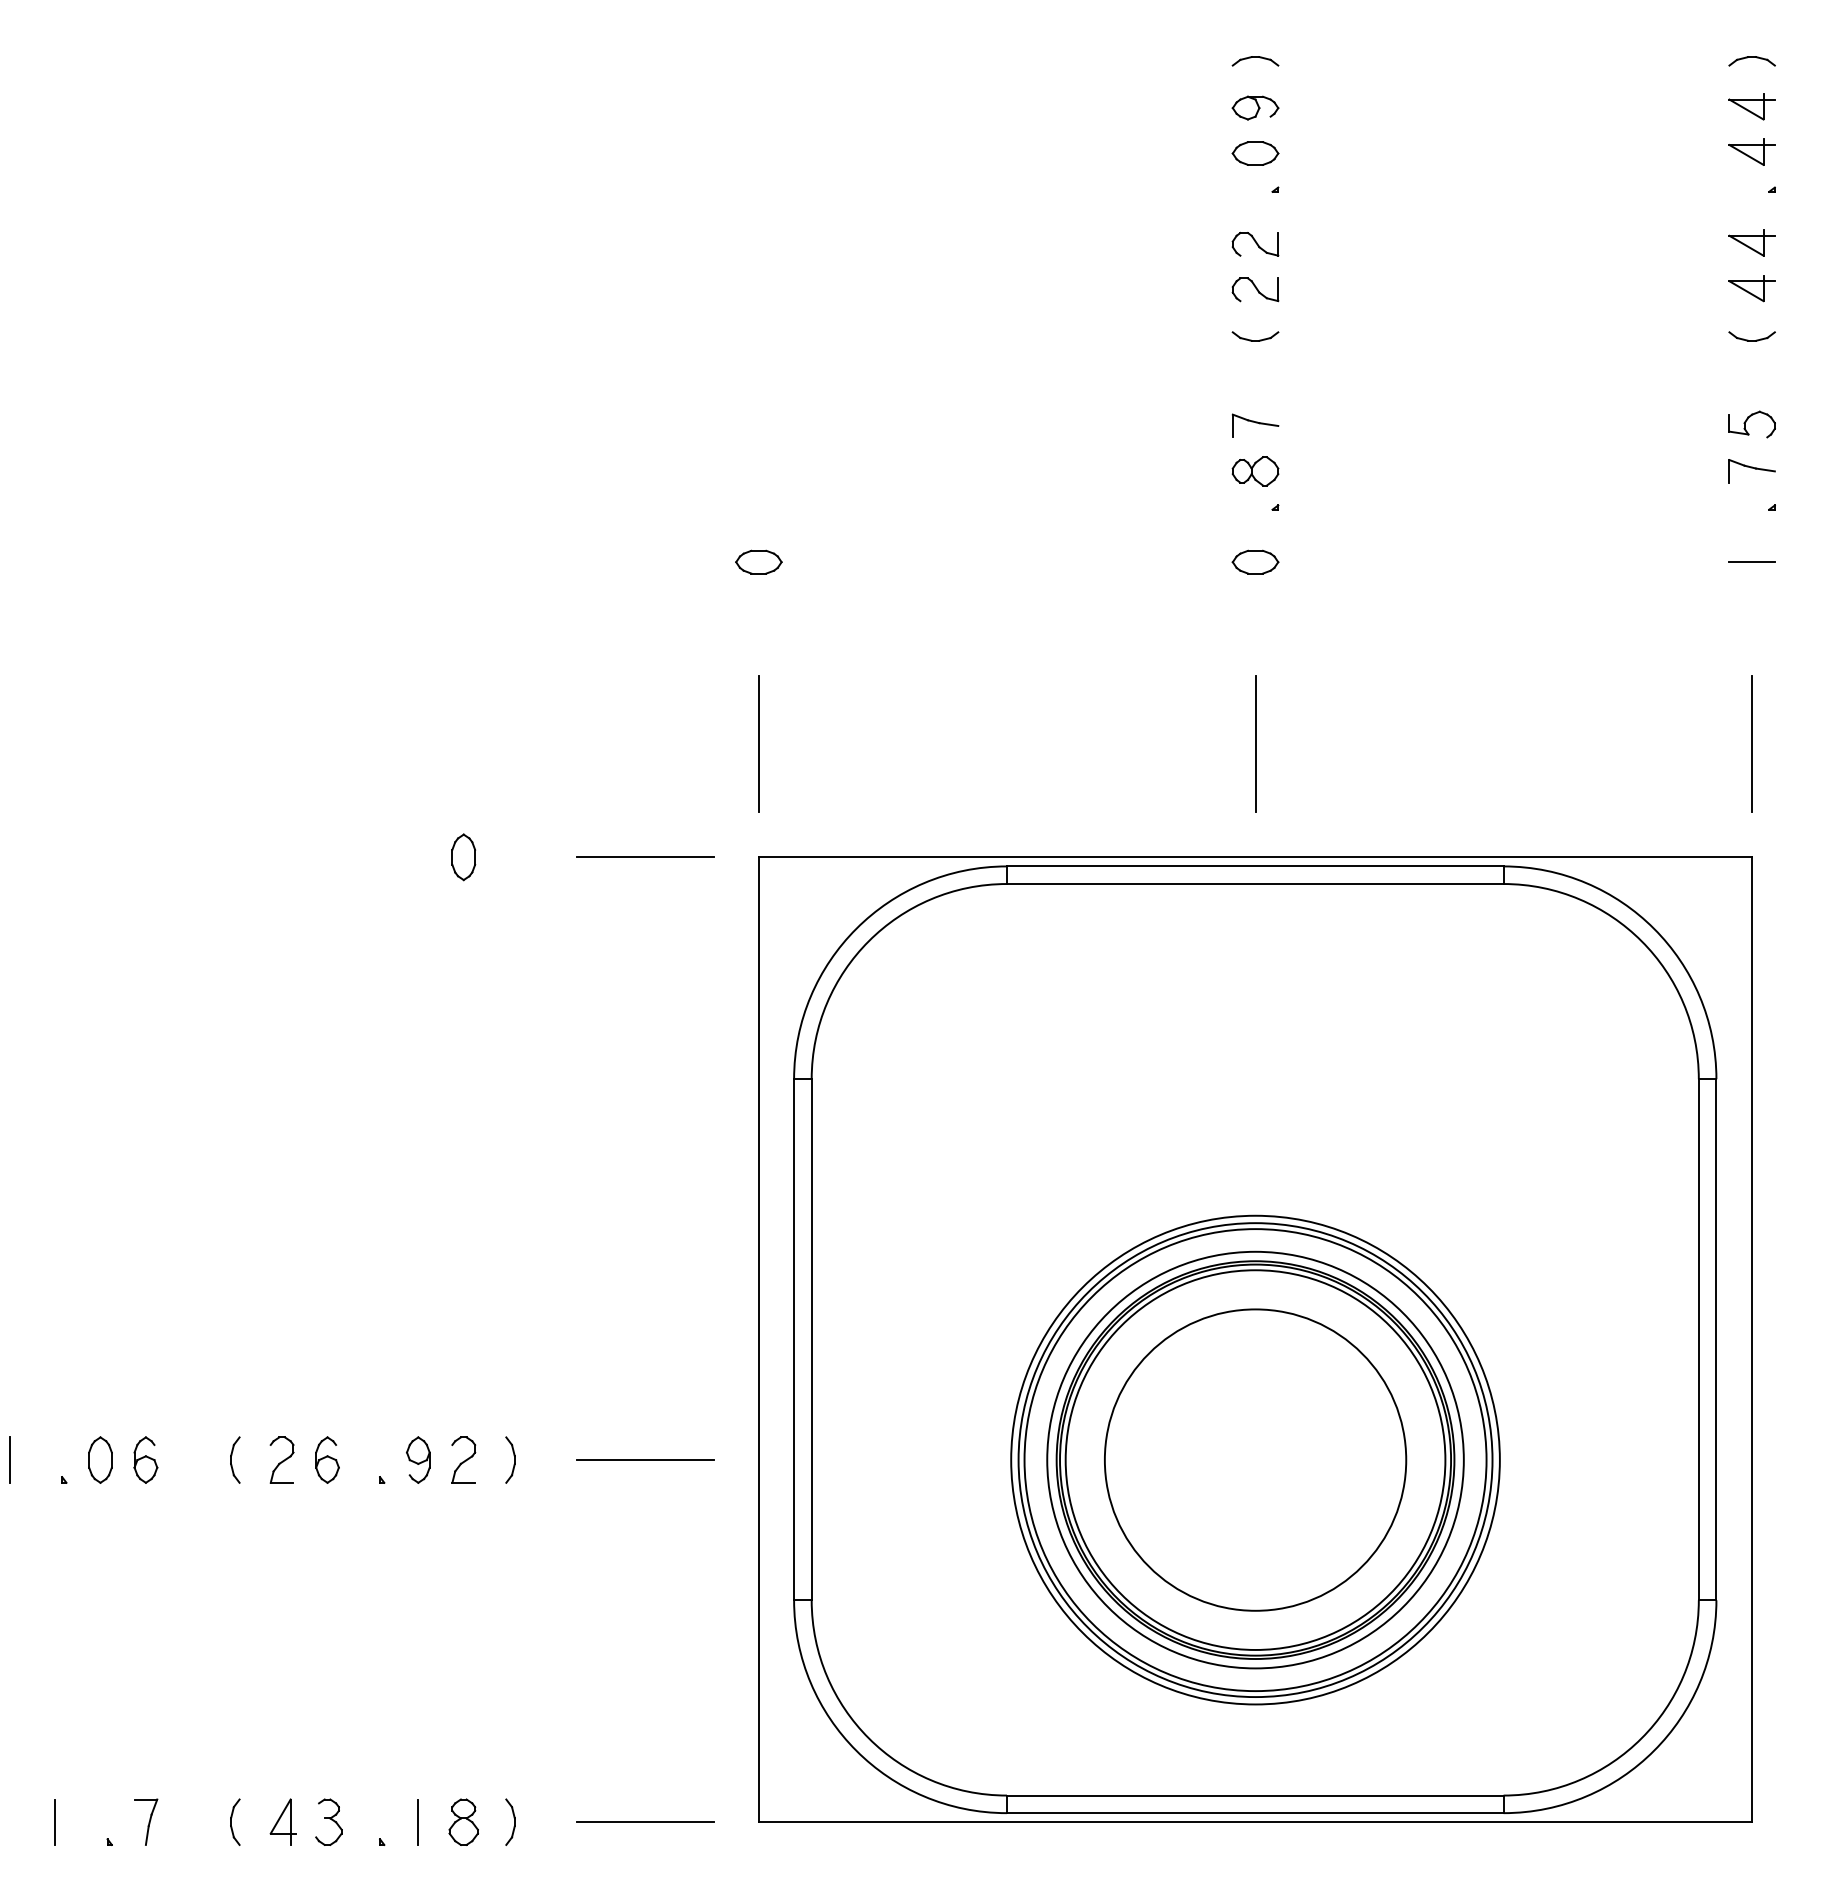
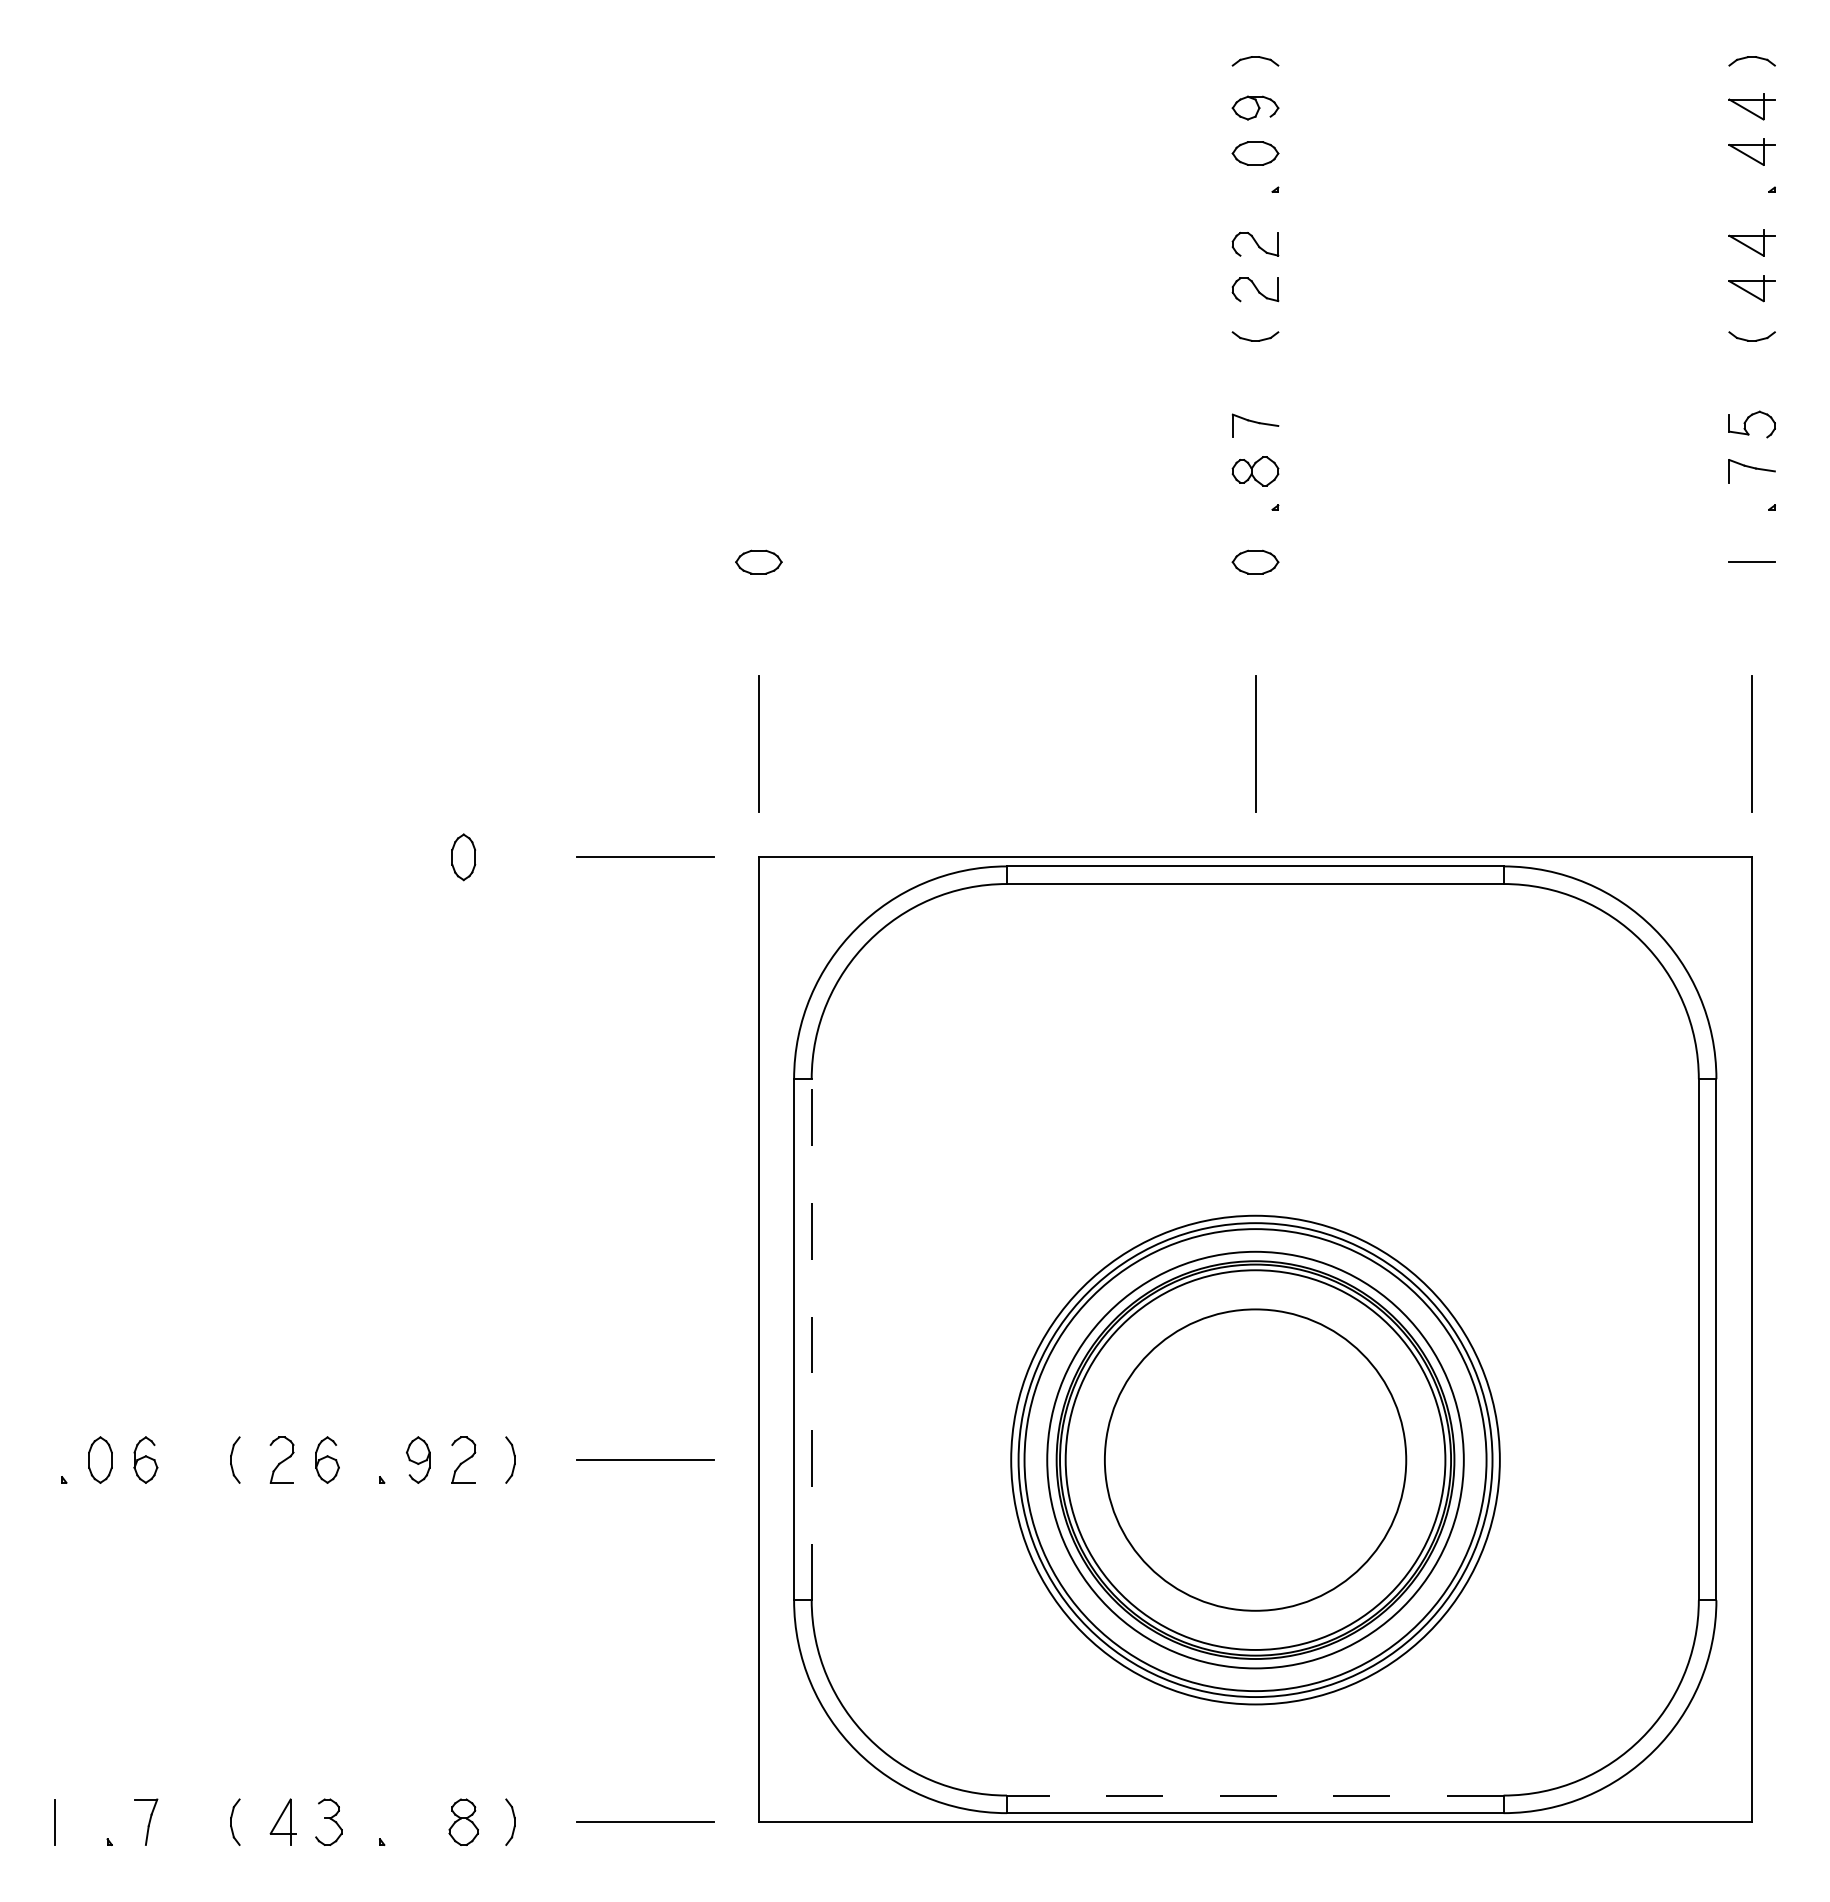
line at (811, 1339): solid -> dashed
line at (9, 1459): present -> none
line at (1254, 1795): solid -> dashed
line at (418, 1821): present -> none
